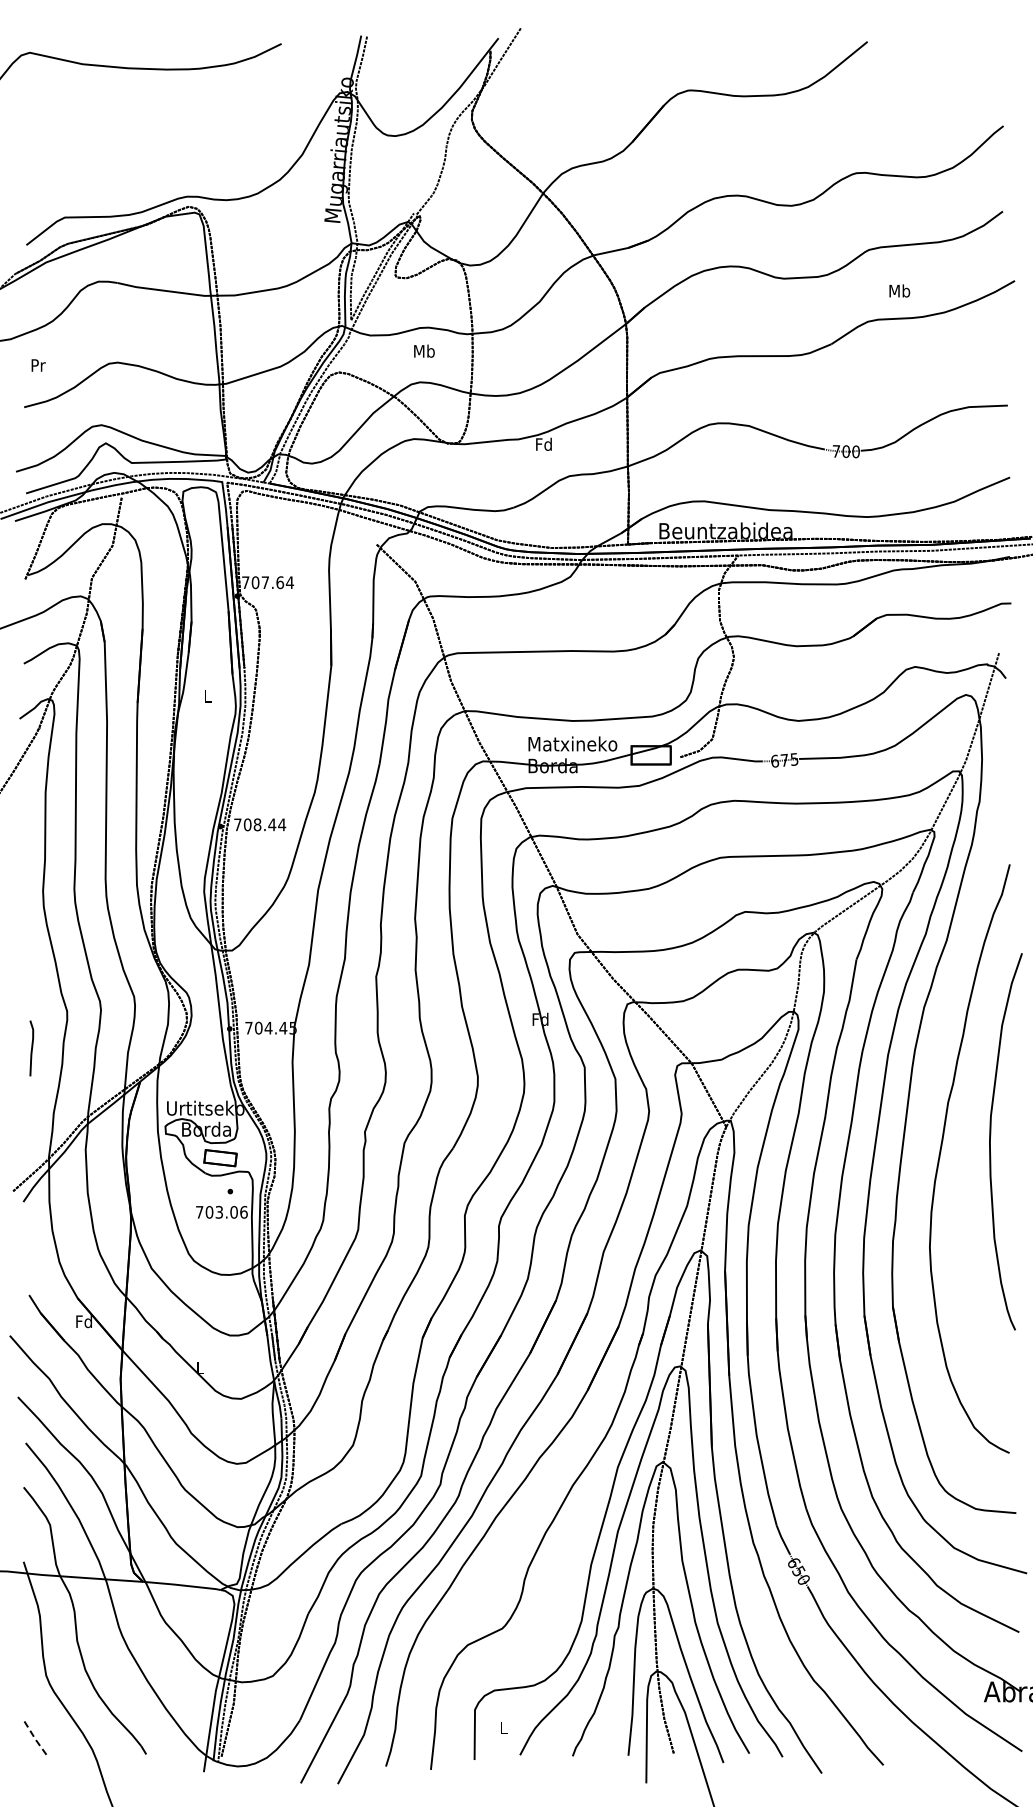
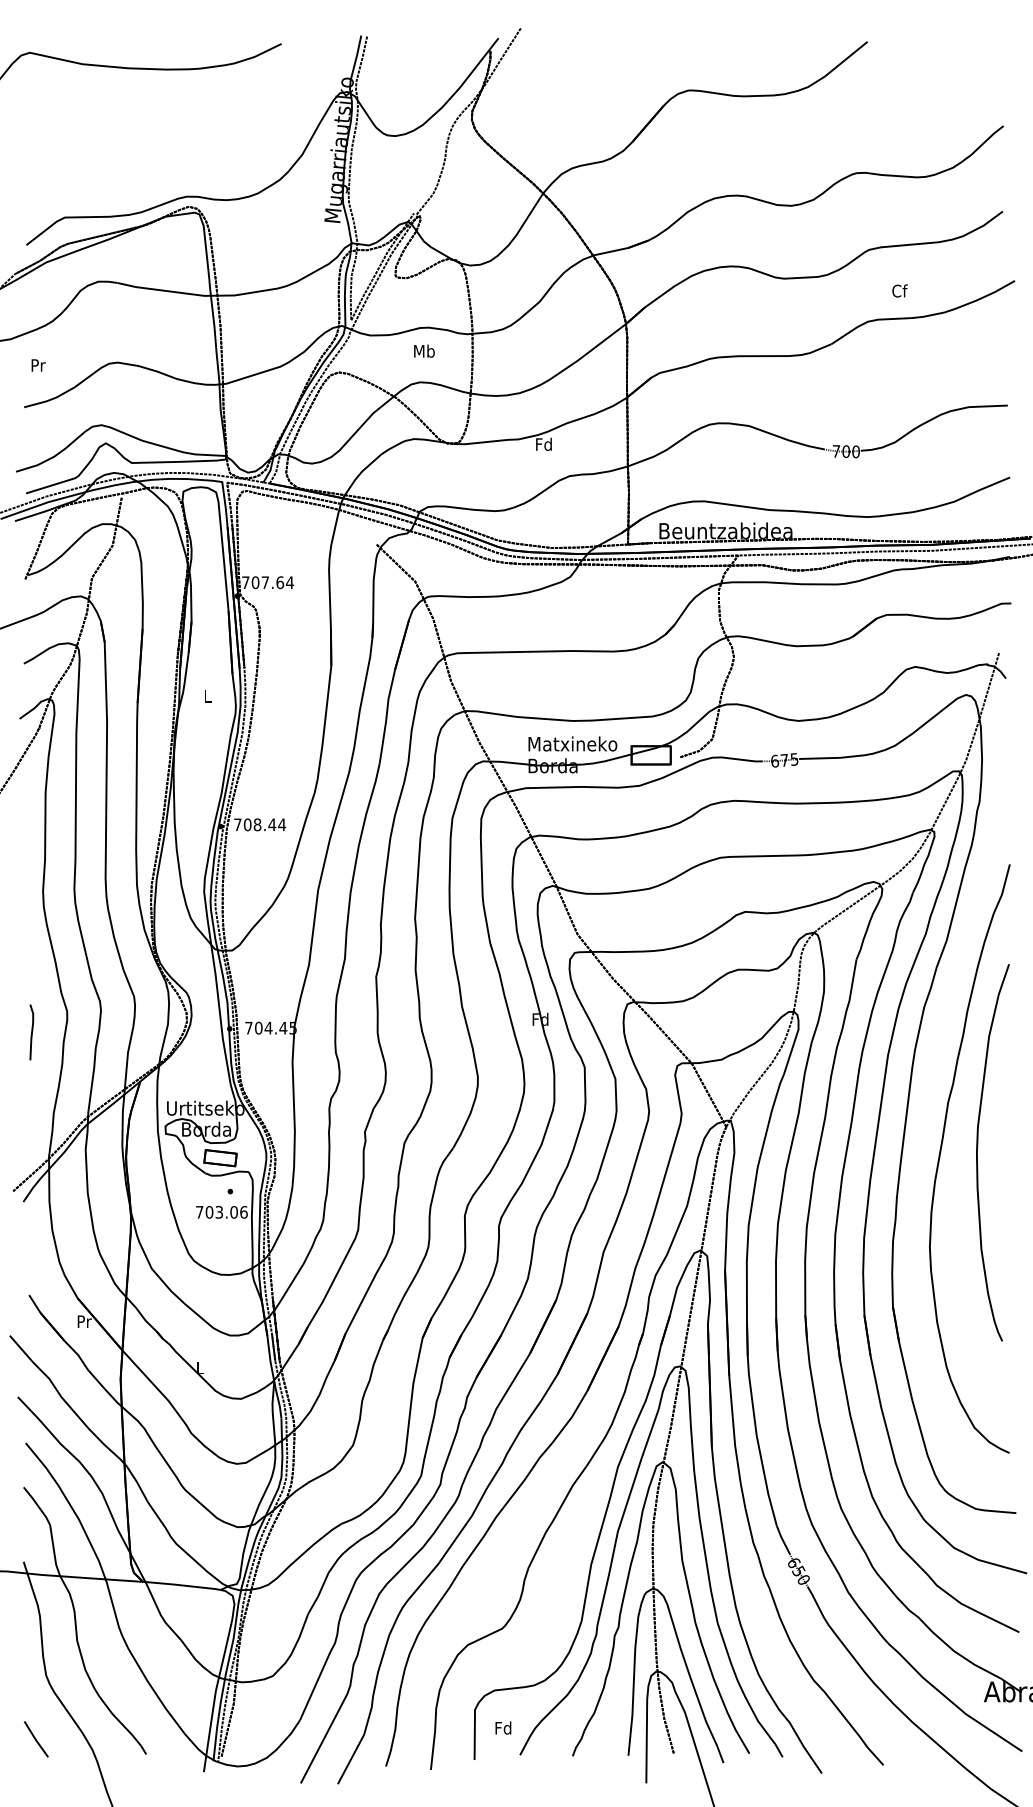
text at (899, 290): Mb -> Cf
line at (31, 1048) position: (31, 1048) -> (31, 1032)
curve at (990, 1141) position: (990, 1141) -> (977, 1152)
text at (83, 1321): Fd -> Pr
text at (503, 1727): L -> Fd
line at (35, 1739): dashed -> solid
